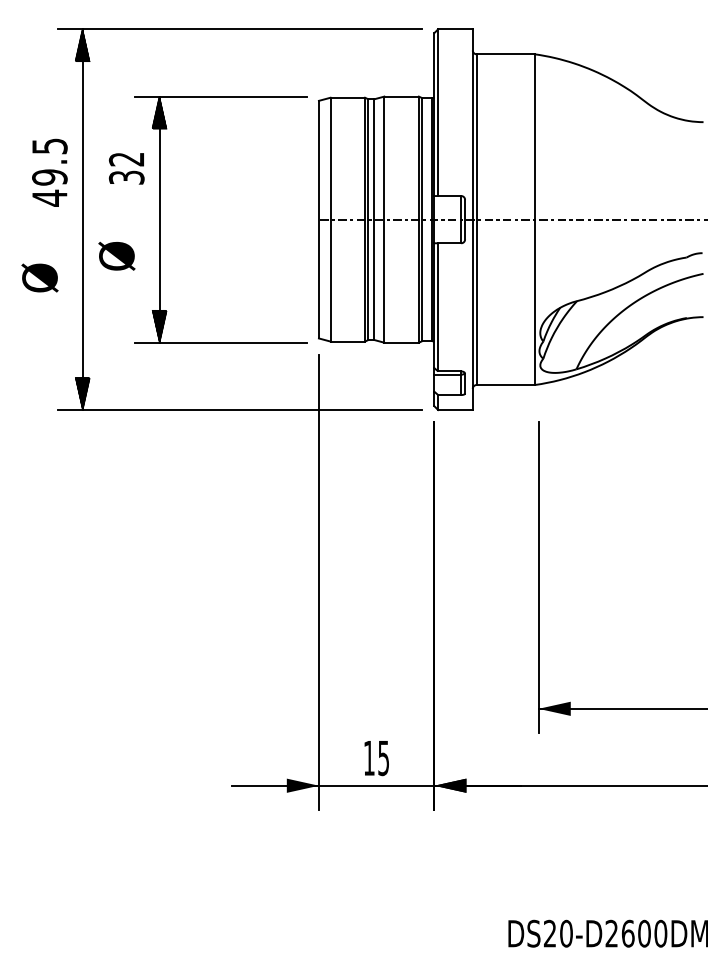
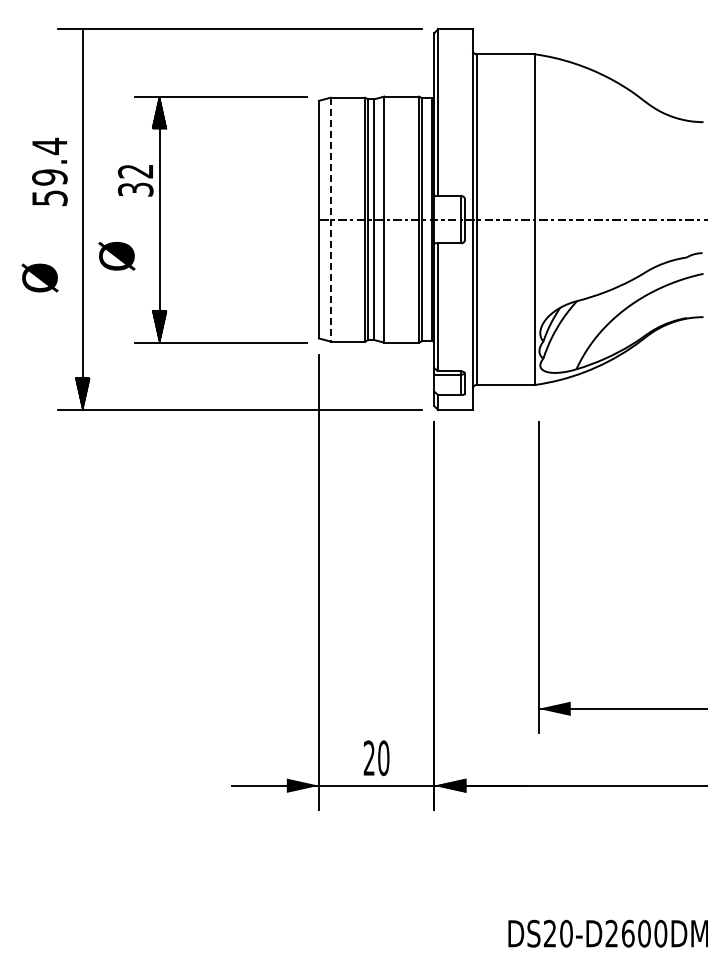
hatch at (82, 45): present -> none
text at (126, 168) position: (126, 168) -> (135, 180)
text at (49, 171): 49.5 -> 59.4
line at (330, 219): solid -> dashed
text at (376, 758): 15 -> 20
